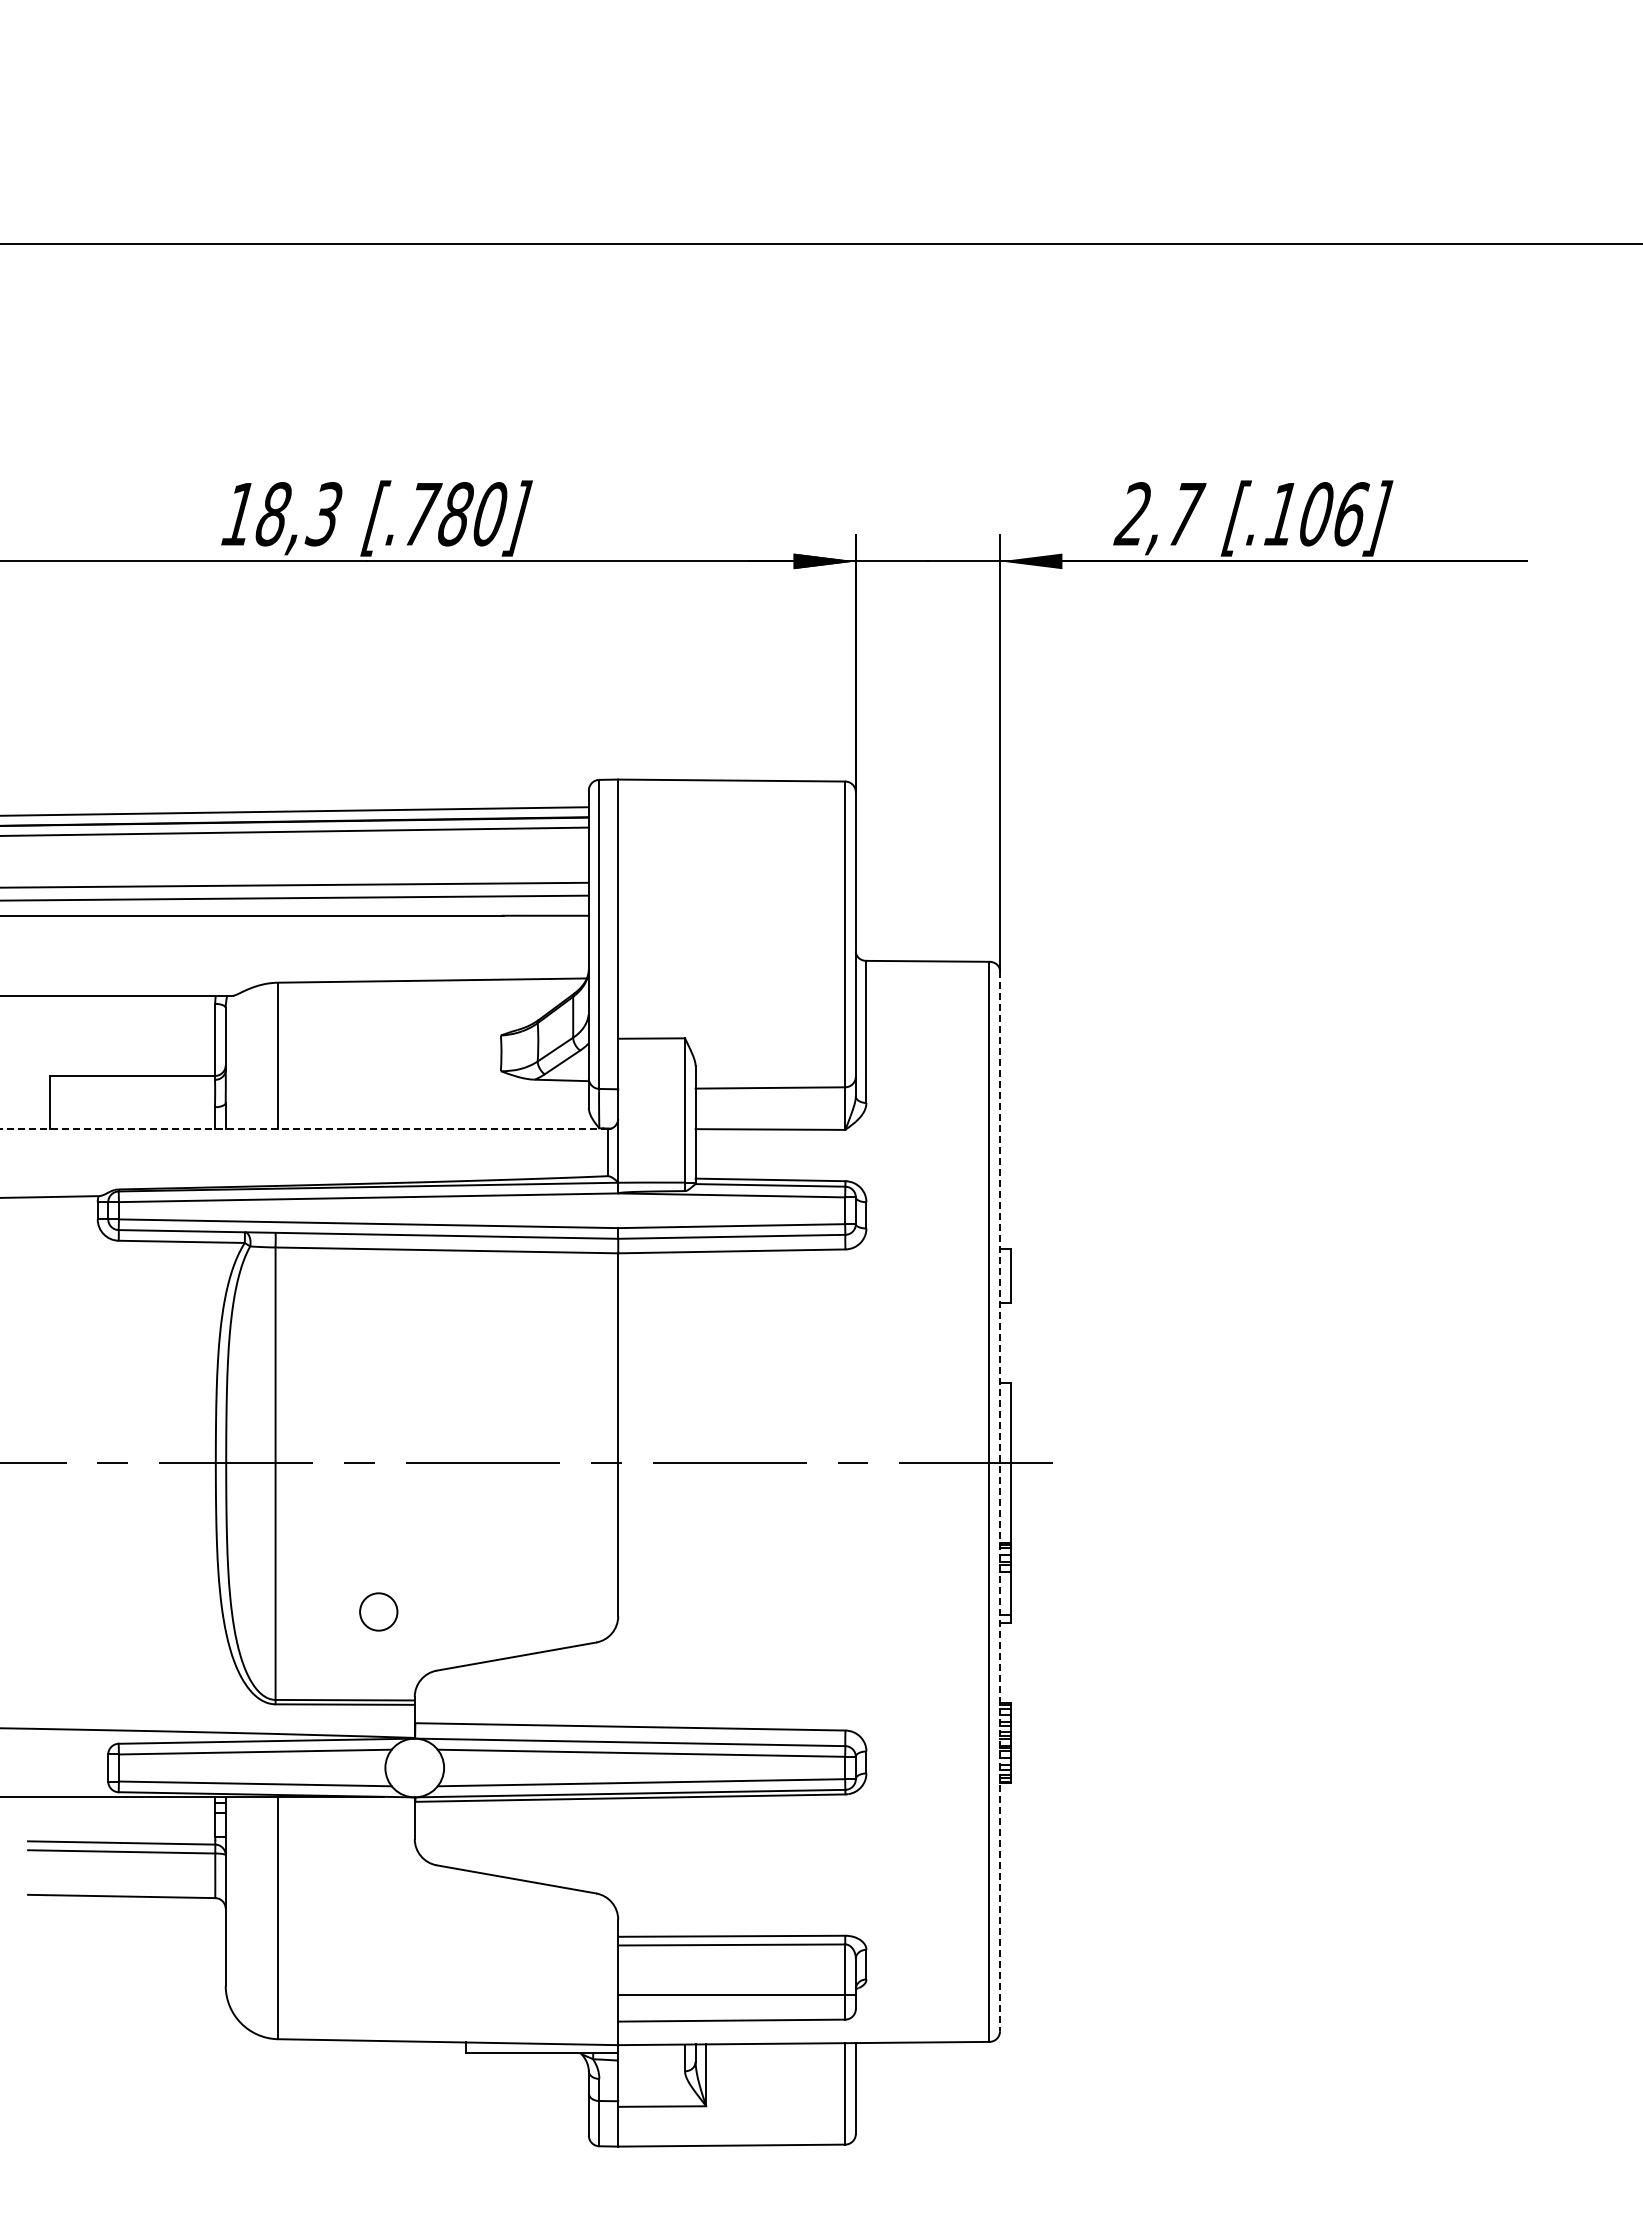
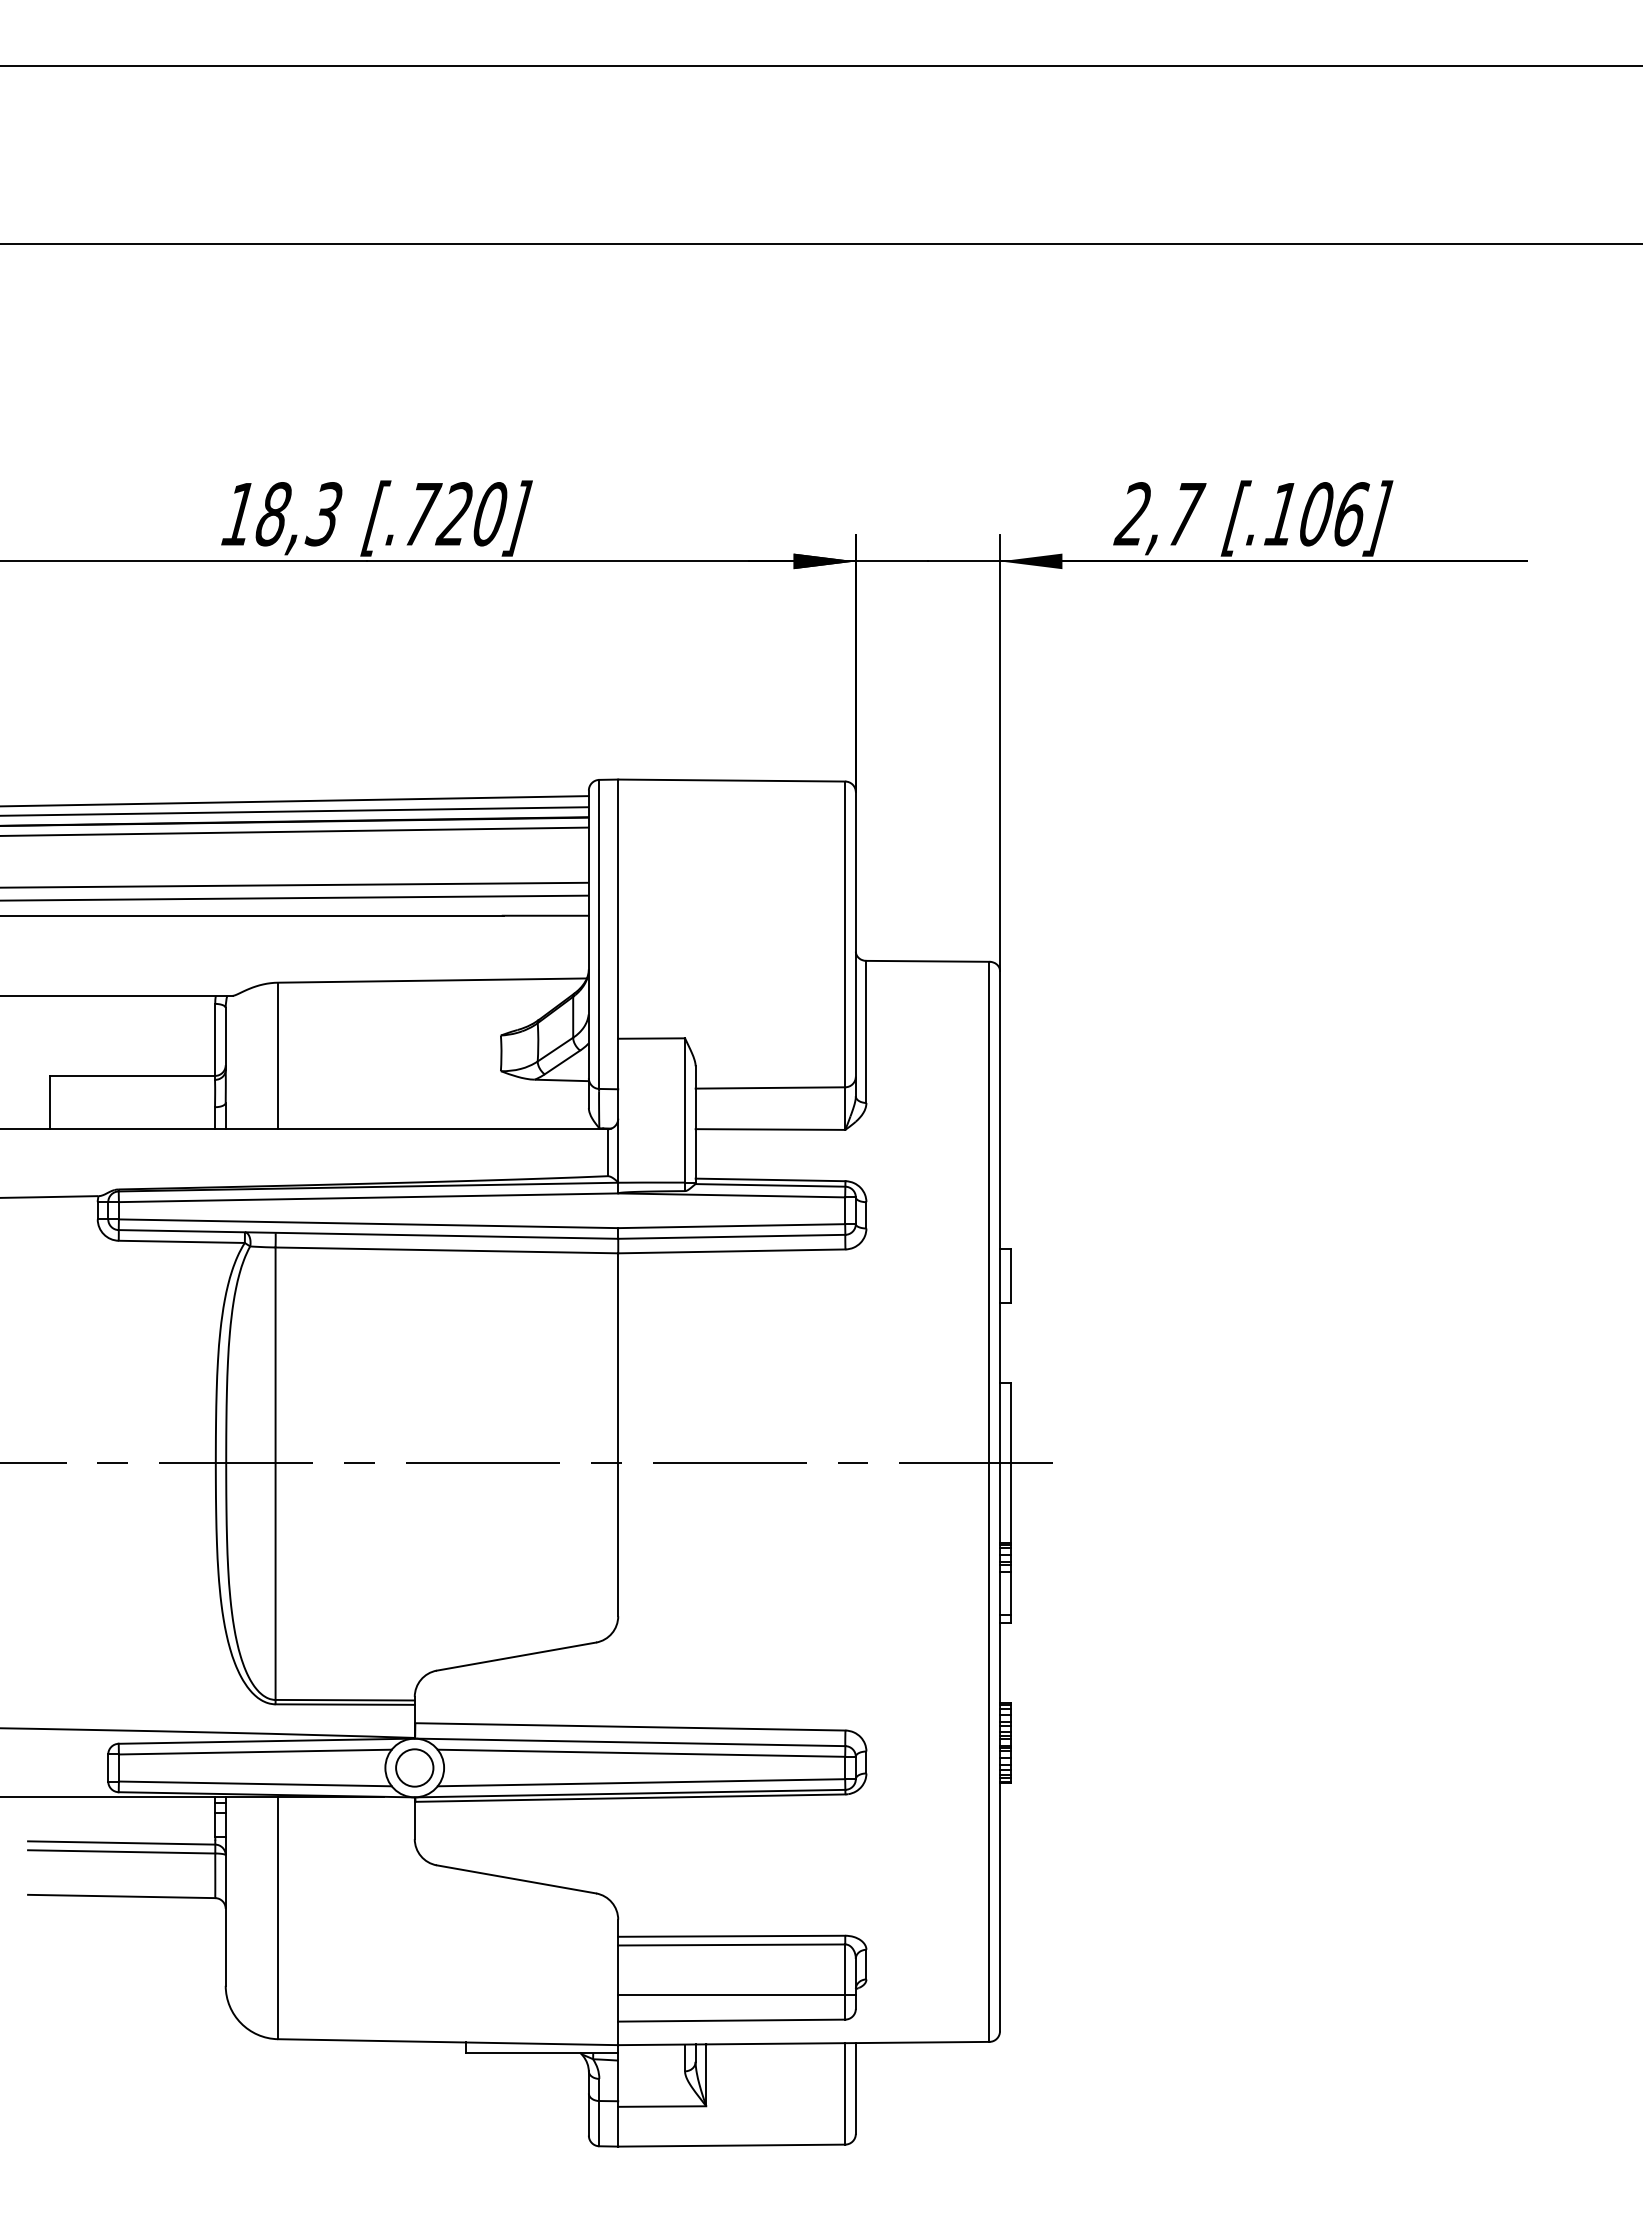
line at (820, 66): none -> present
text at (454, 514): [.780] -> [.720]
line at (295, 801): none -> present
line at (303, 1129): dashed -> solid
line at (1000, 1501): dashed -> solid
circle at (378, 1611) position: (378, 1611) -> (414, 1767)
